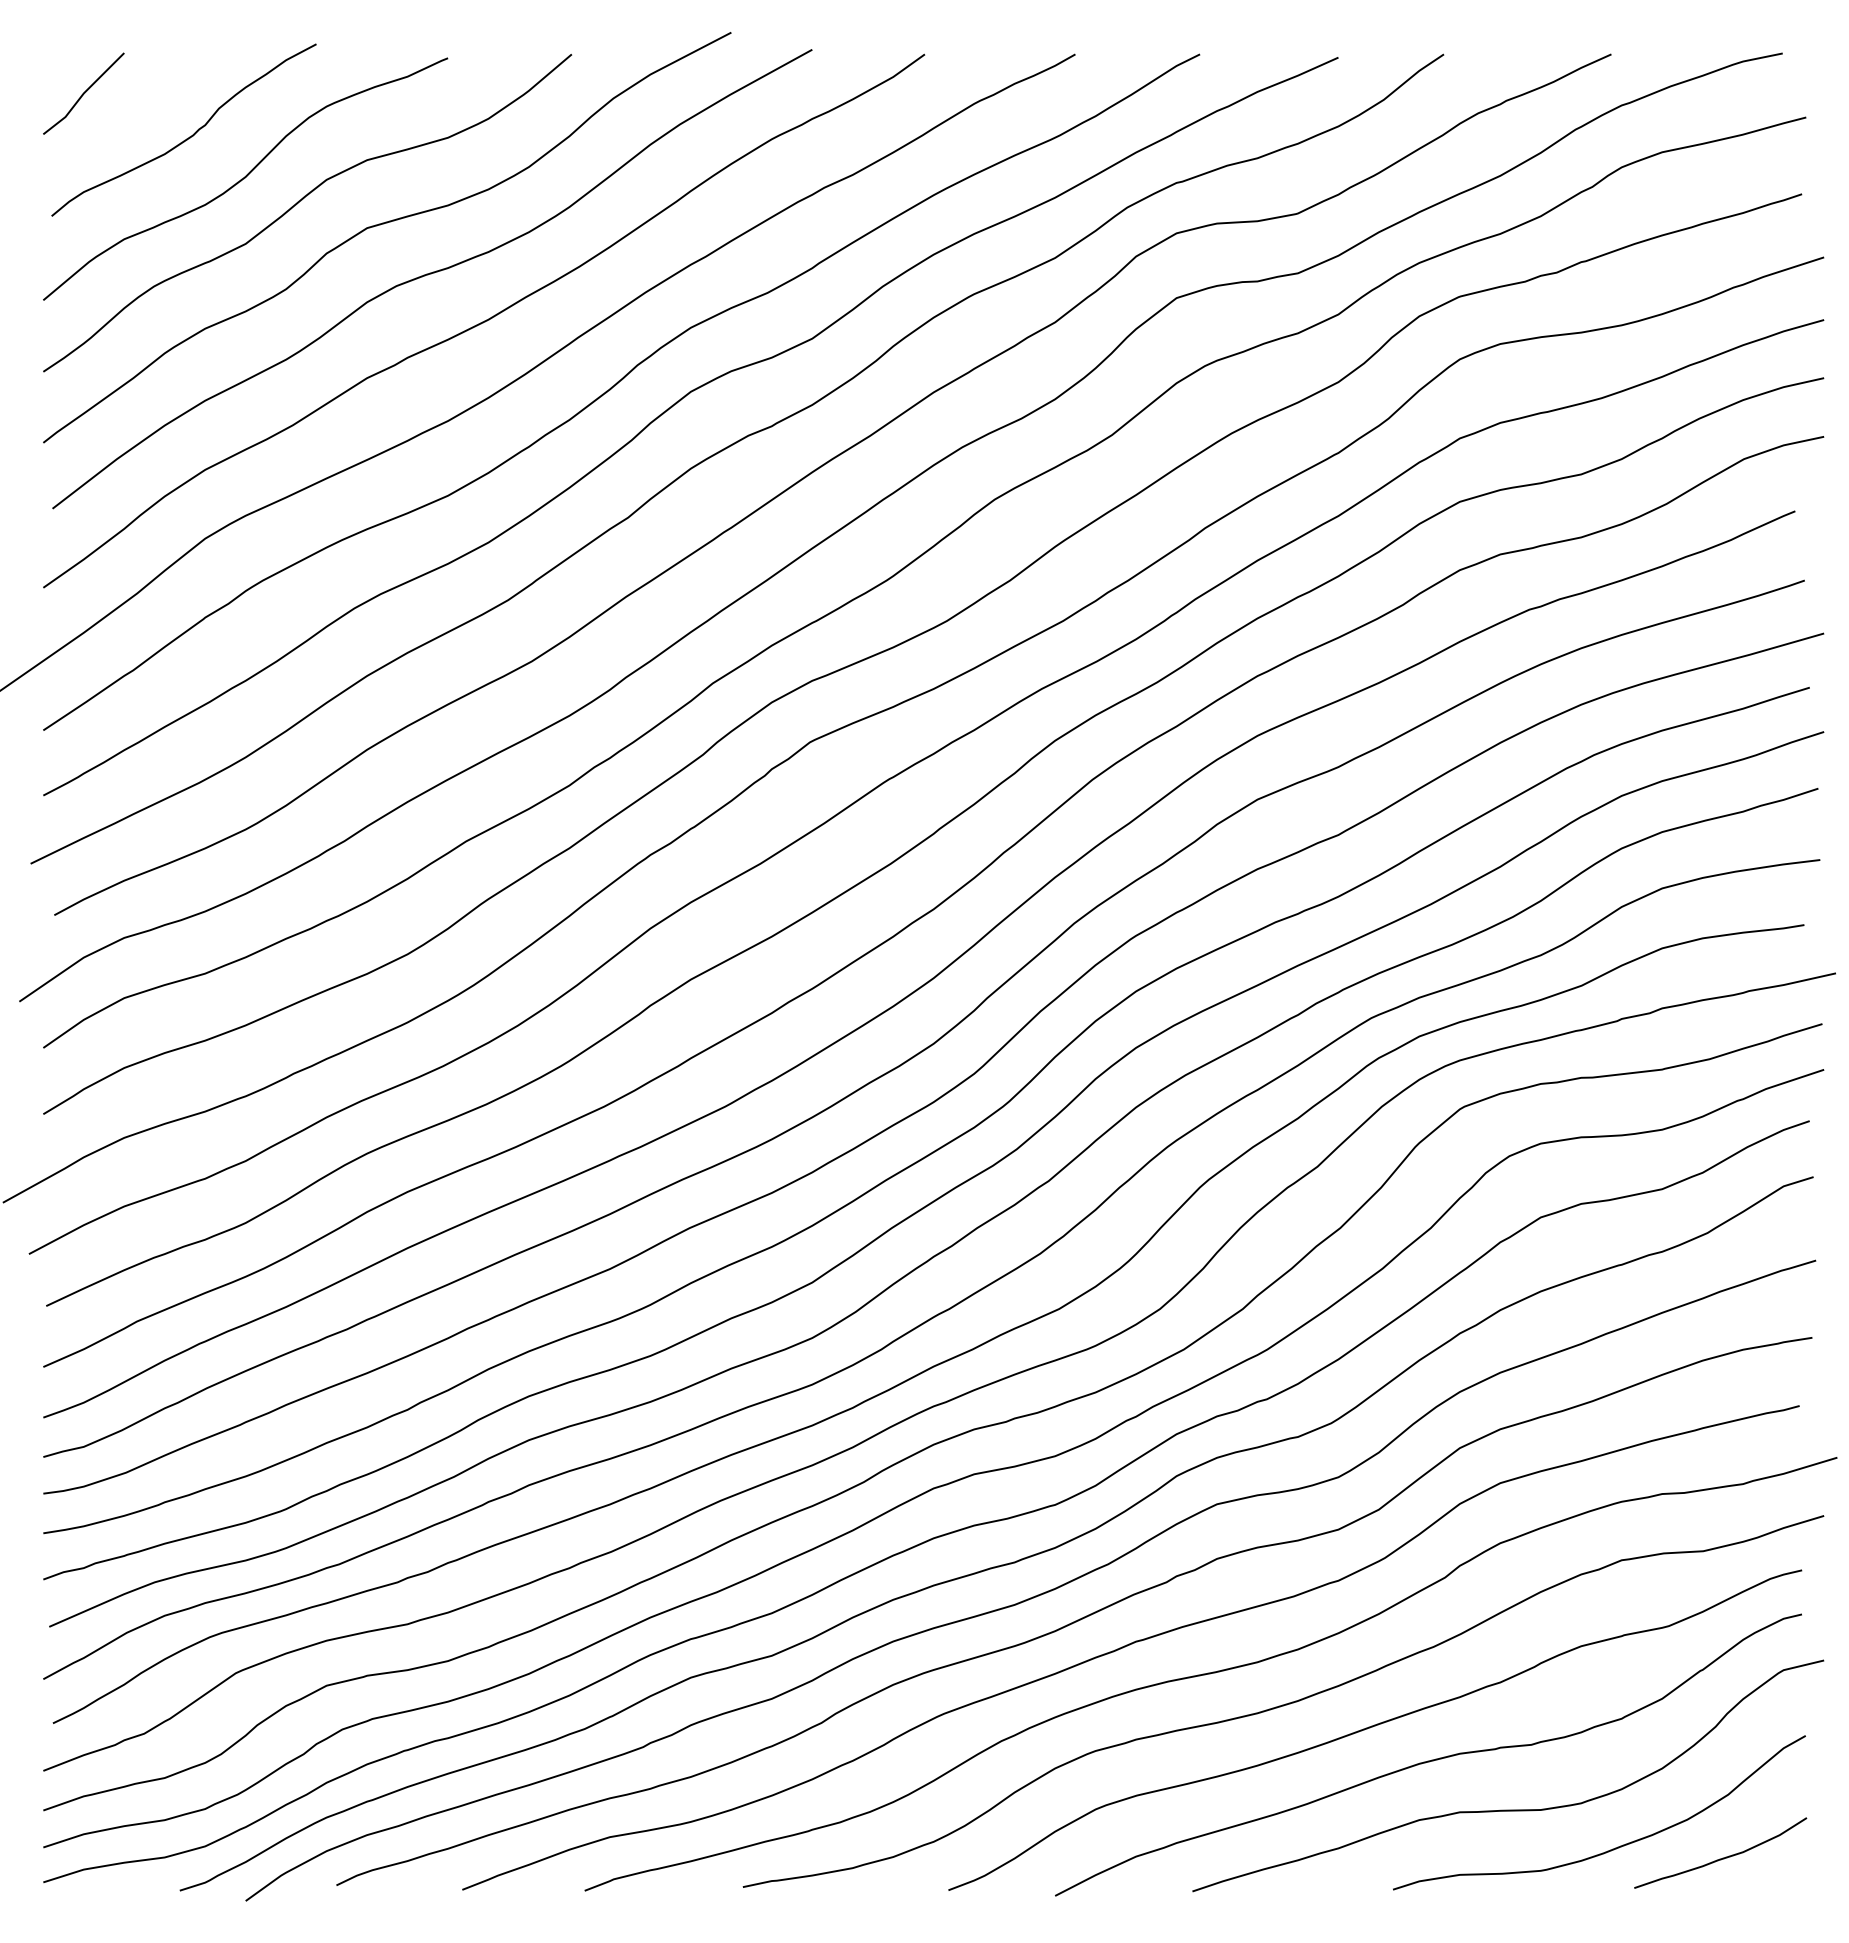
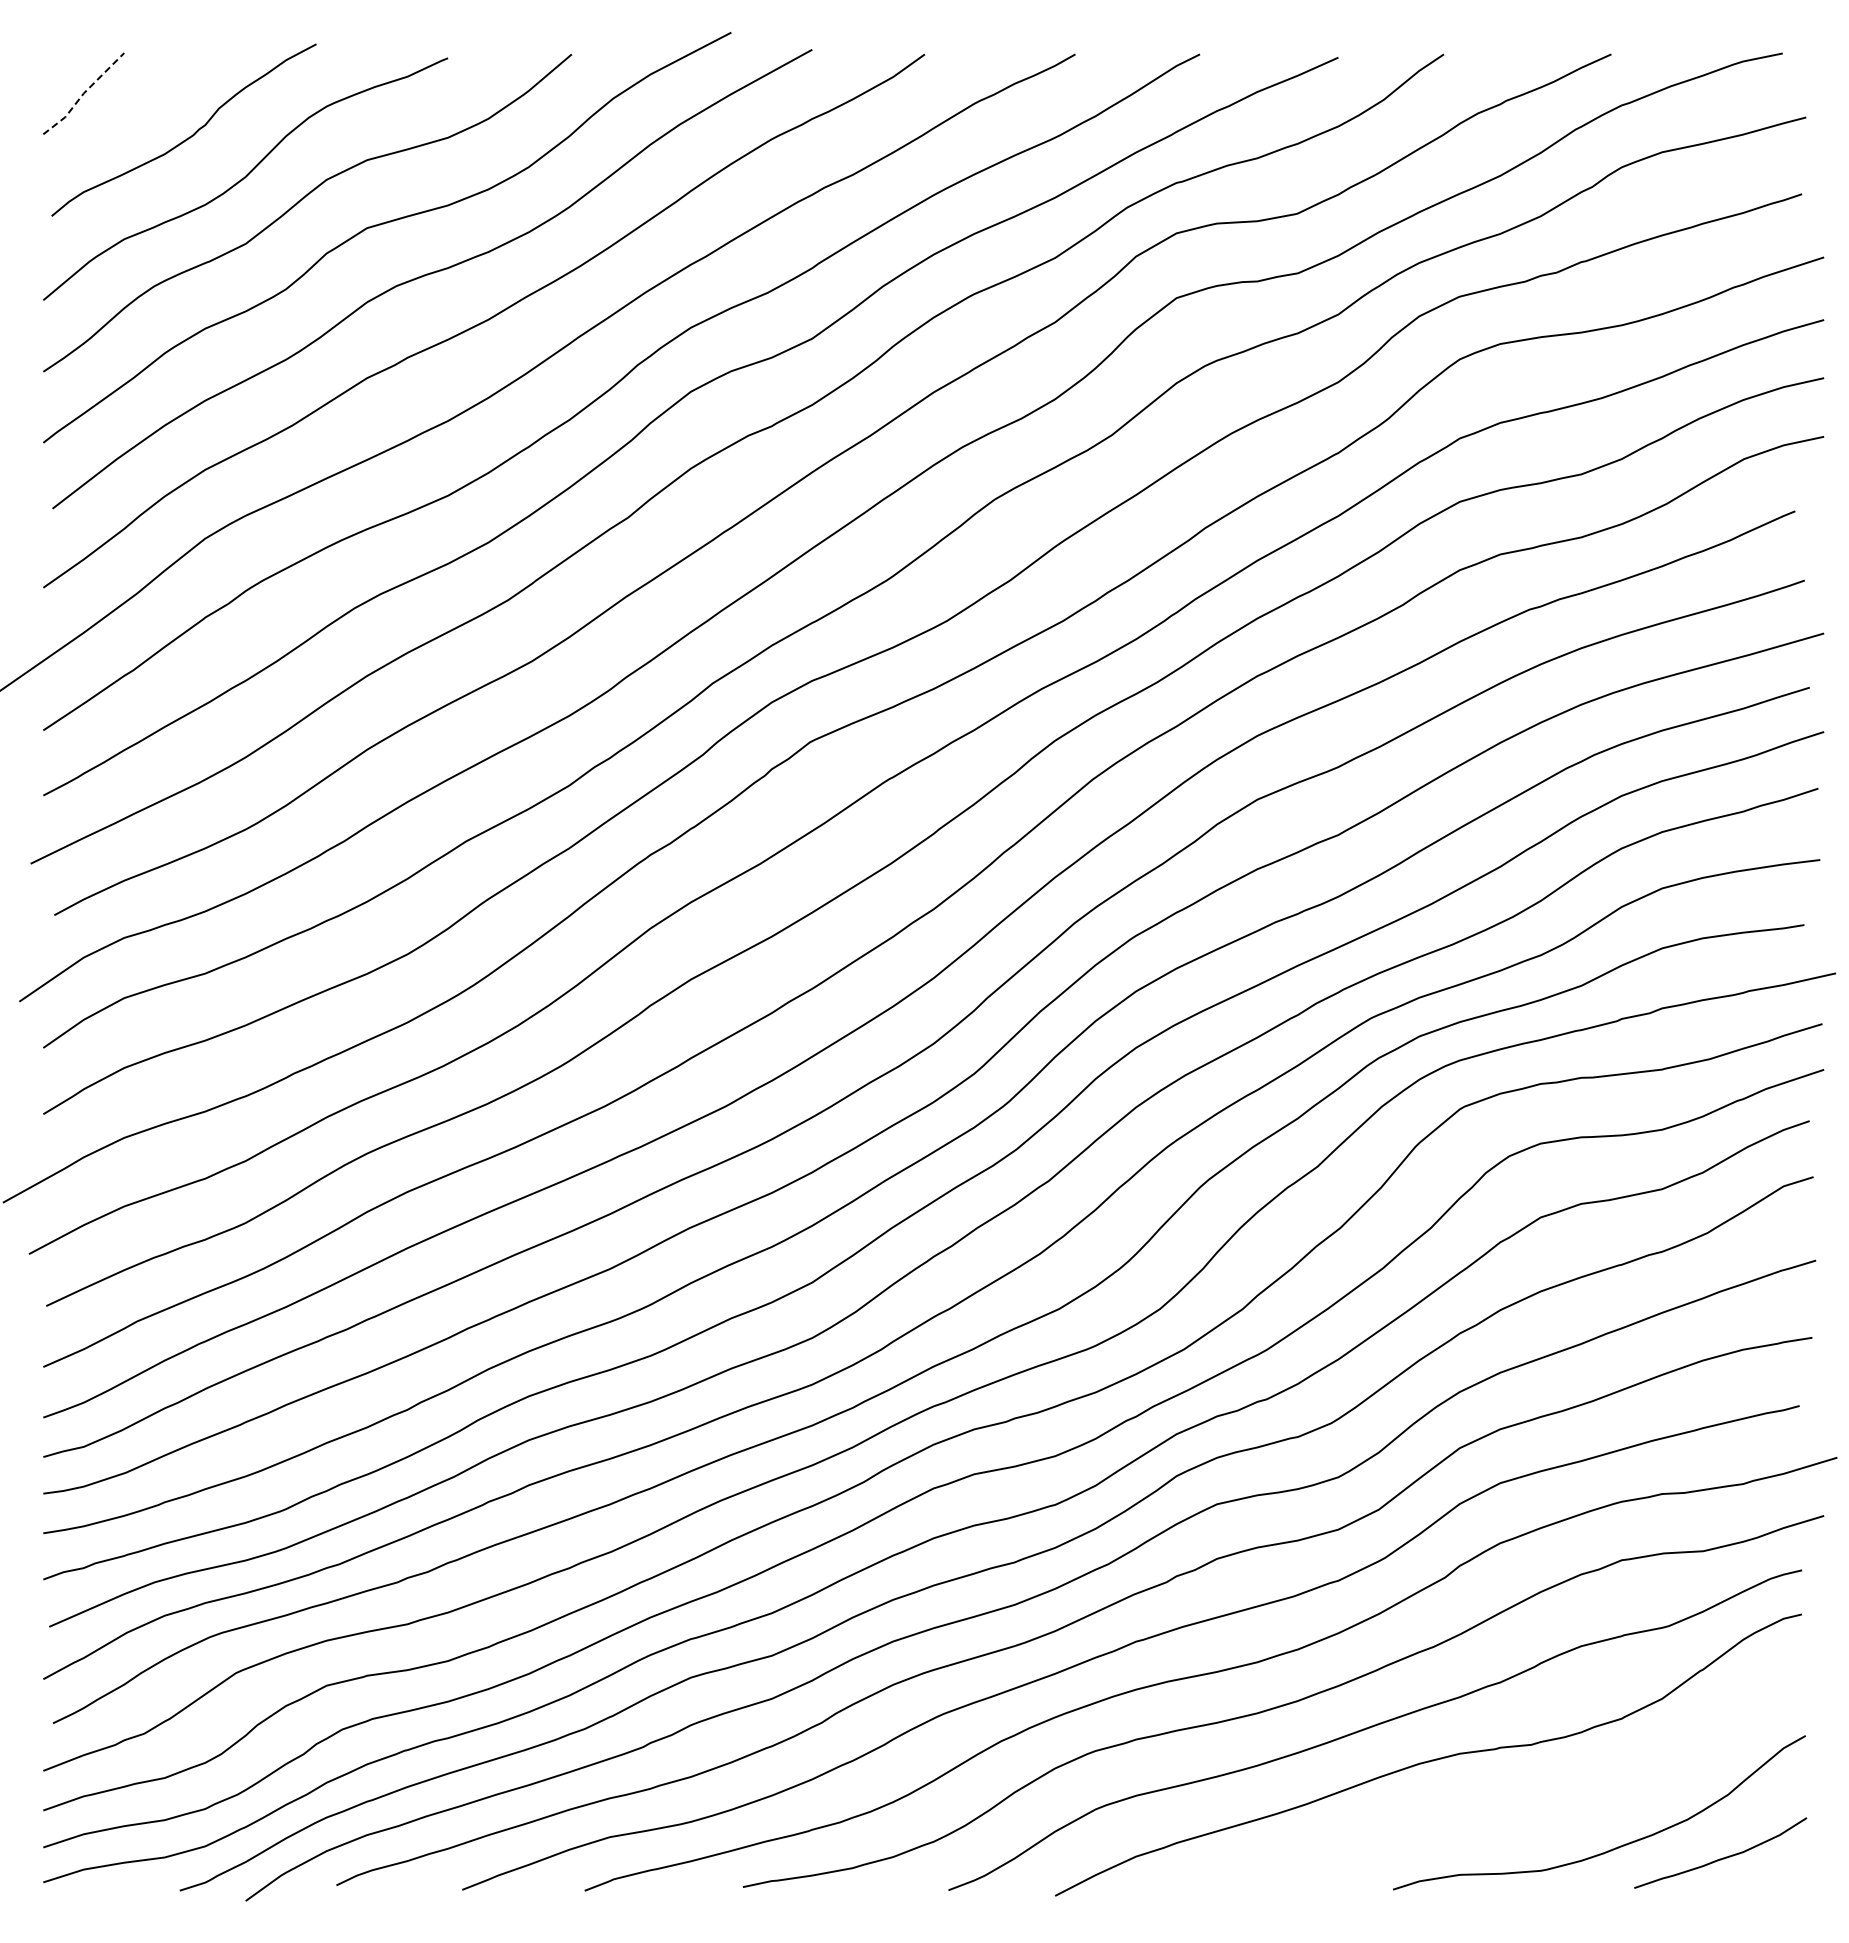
line at (83, 93): solid -> dashed
curve at (1508, 1809): present -> none
